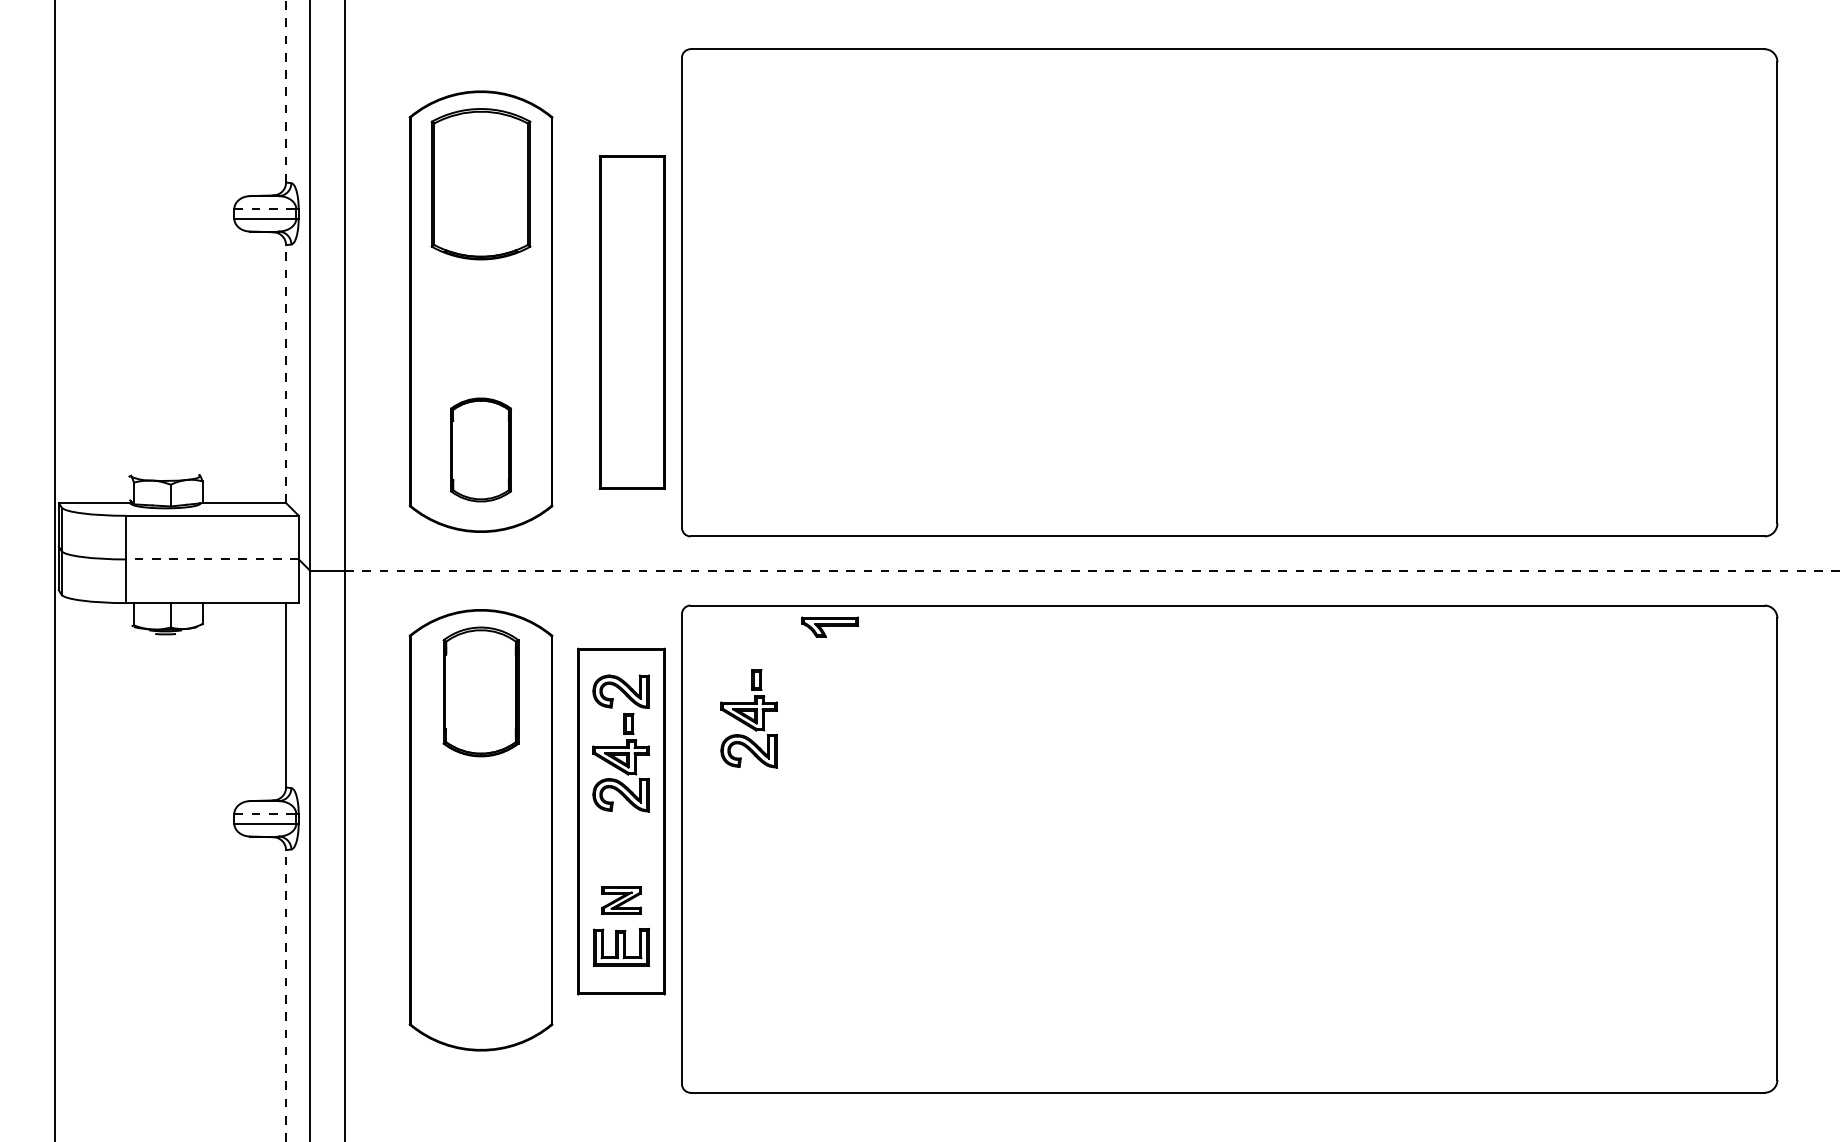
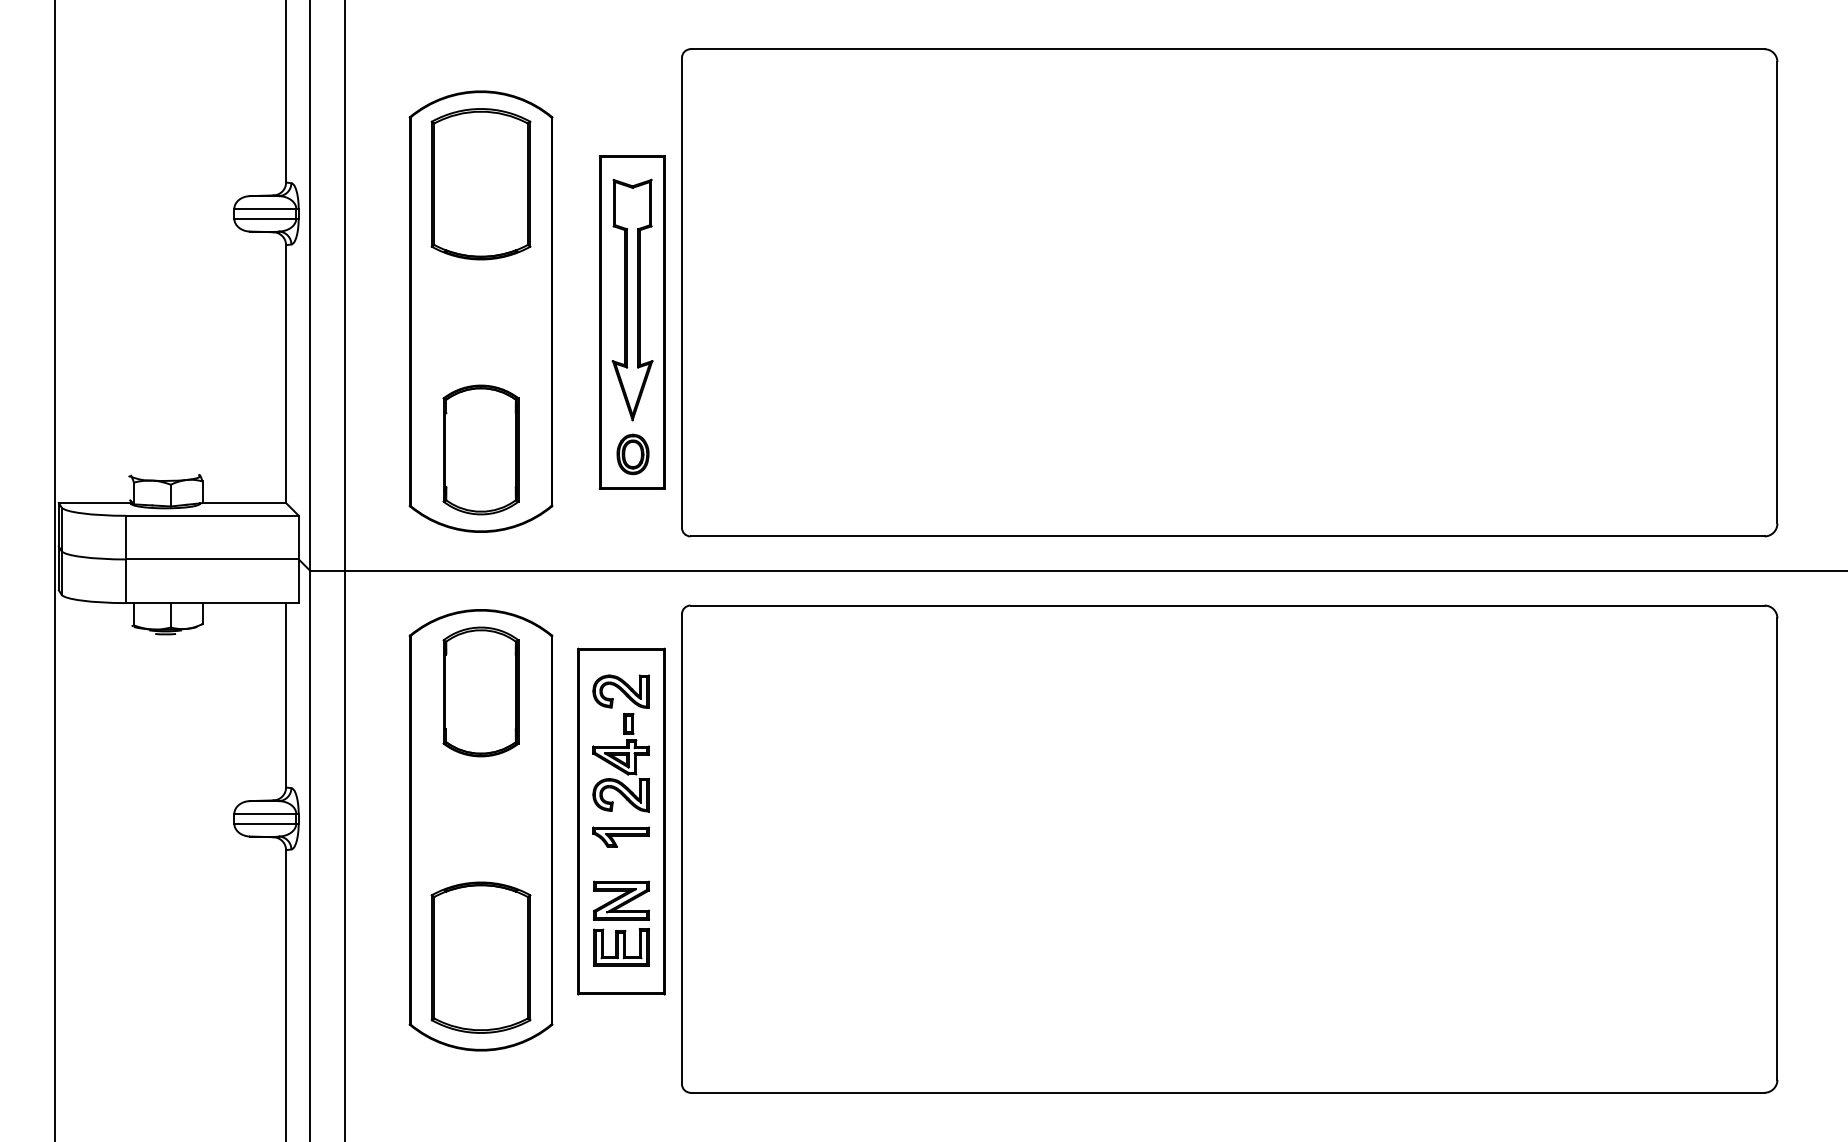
line at (286, 91): dashed -> solid
line at (265, 209): dashed -> solid
part at (632, 299): none -> present
line at (286, 374): dashed -> solid
part at (480, 449) size: 62x106 px -> 78x132 px
part at (632, 454): none -> present
line at (212, 559): dashed -> solid
line at (1095, 571): dashed -> solid
part at (829, 626) position: (829, 626) -> (620, 836)
part at (748, 718): present -> none
line at (265, 814): dashed -> solid
part at (621, 900) size: 41x30 px -> 58x41 px
part at (480, 957): none -> present
line at (286, 996): dashed -> solid
